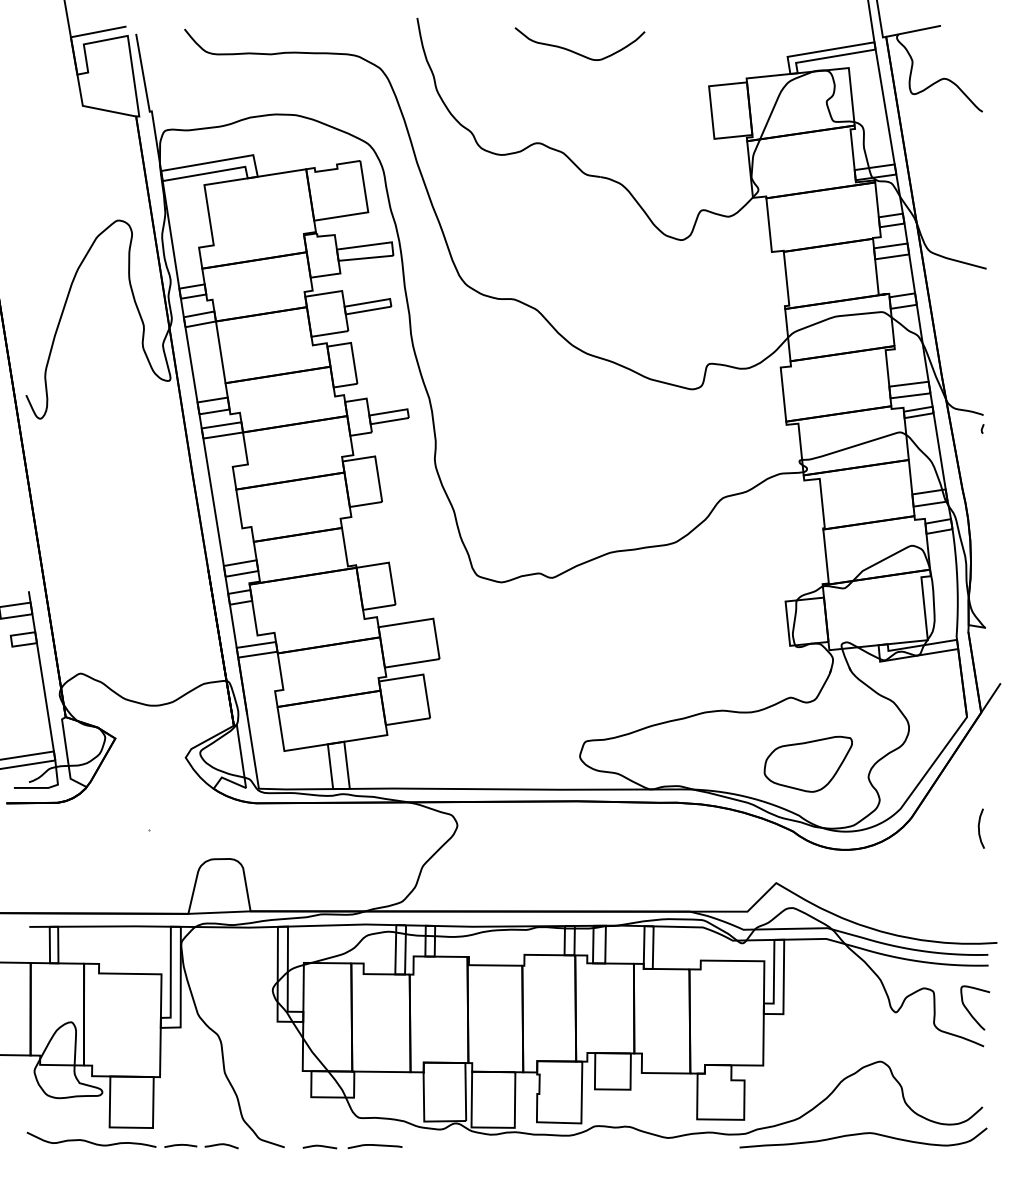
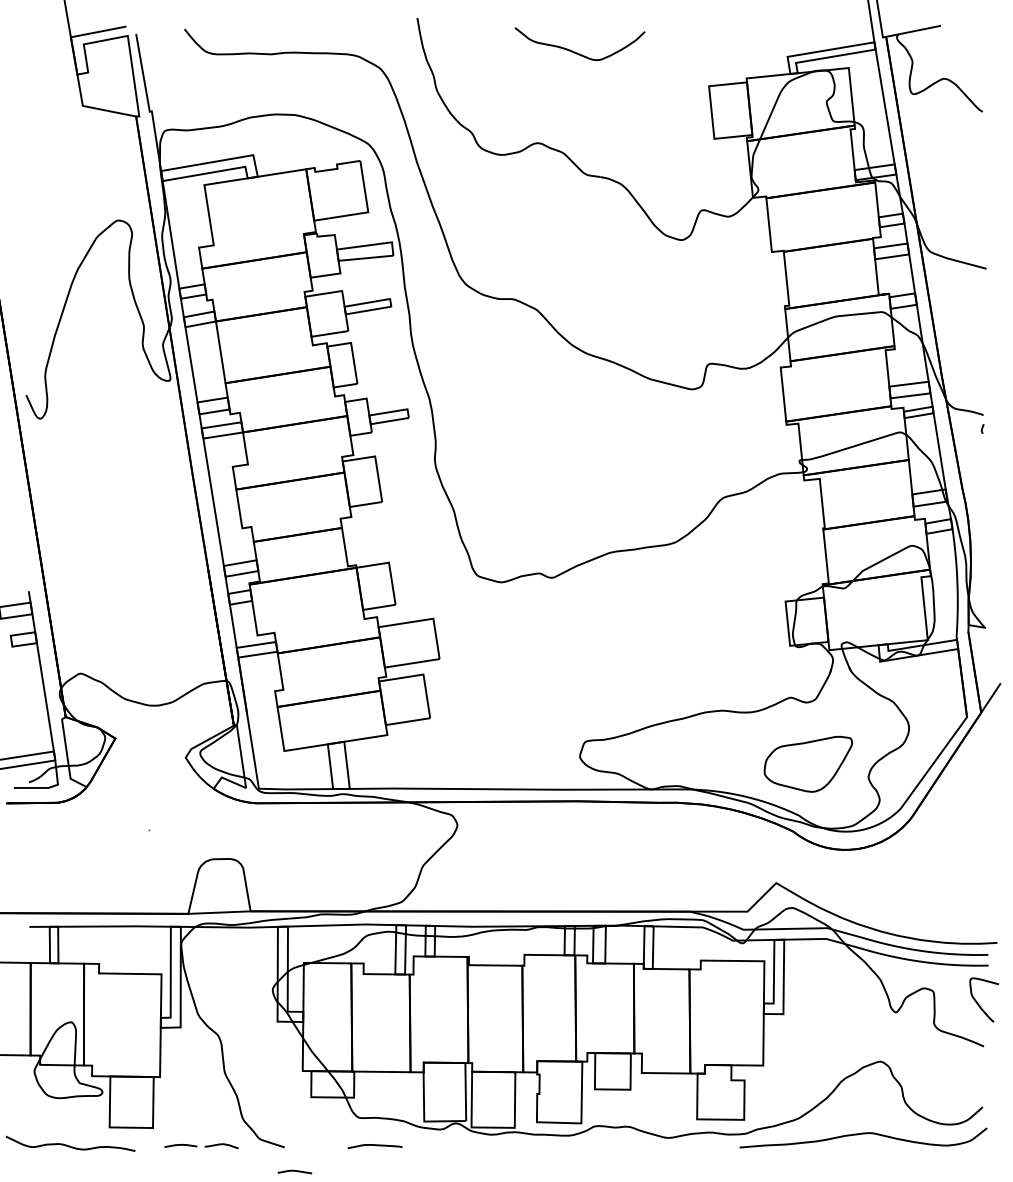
curve at (979, 828): present -> none
curve at (970, 1012) position: (970, 1012) -> (979, 1004)
curve at (91, 1141) position: (91, 1141) -> (70, 1145)
line at (319, 1146) position: (319, 1146) -> (294, 1171)
